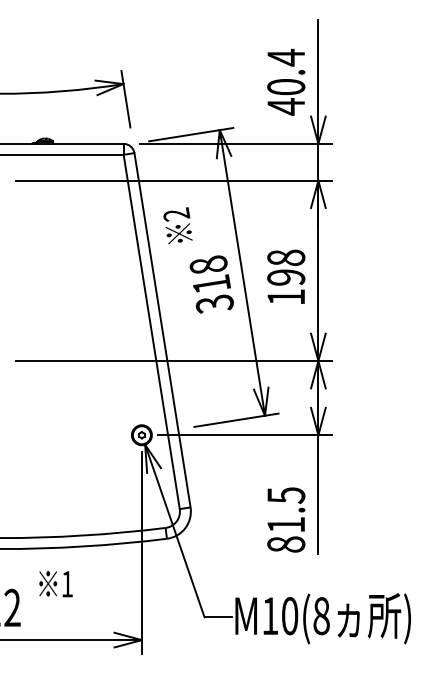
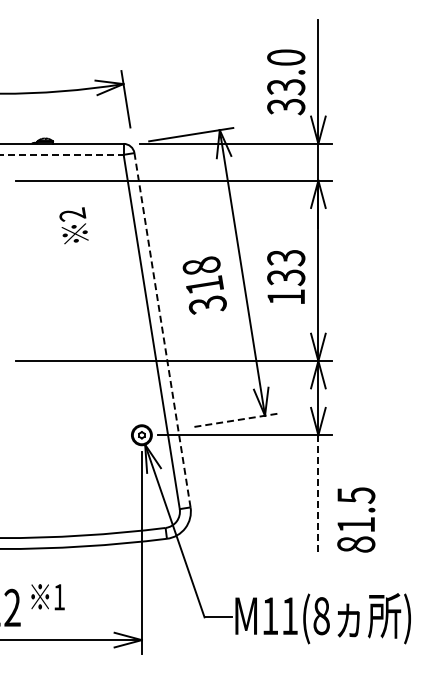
text at (286, 81): 40.4 -> 33.0
line at (62, 154): solid -> dashed
text at (177, 225) position: (177, 225) -> (73, 225)
text at (286, 267): 198 -> 133
text at (211, 284) position: (211, 284) -> (204, 285)
line at (162, 329): solid -> dashed
line at (236, 420): solid -> dashed
line at (318, 494): solid -> dashed
text at (286, 519) position: (286, 519) -> (356, 519)
text at (55, 584) position: (55, 584) -> (47, 597)
text at (290, 616): M10(8 -> M11(8
